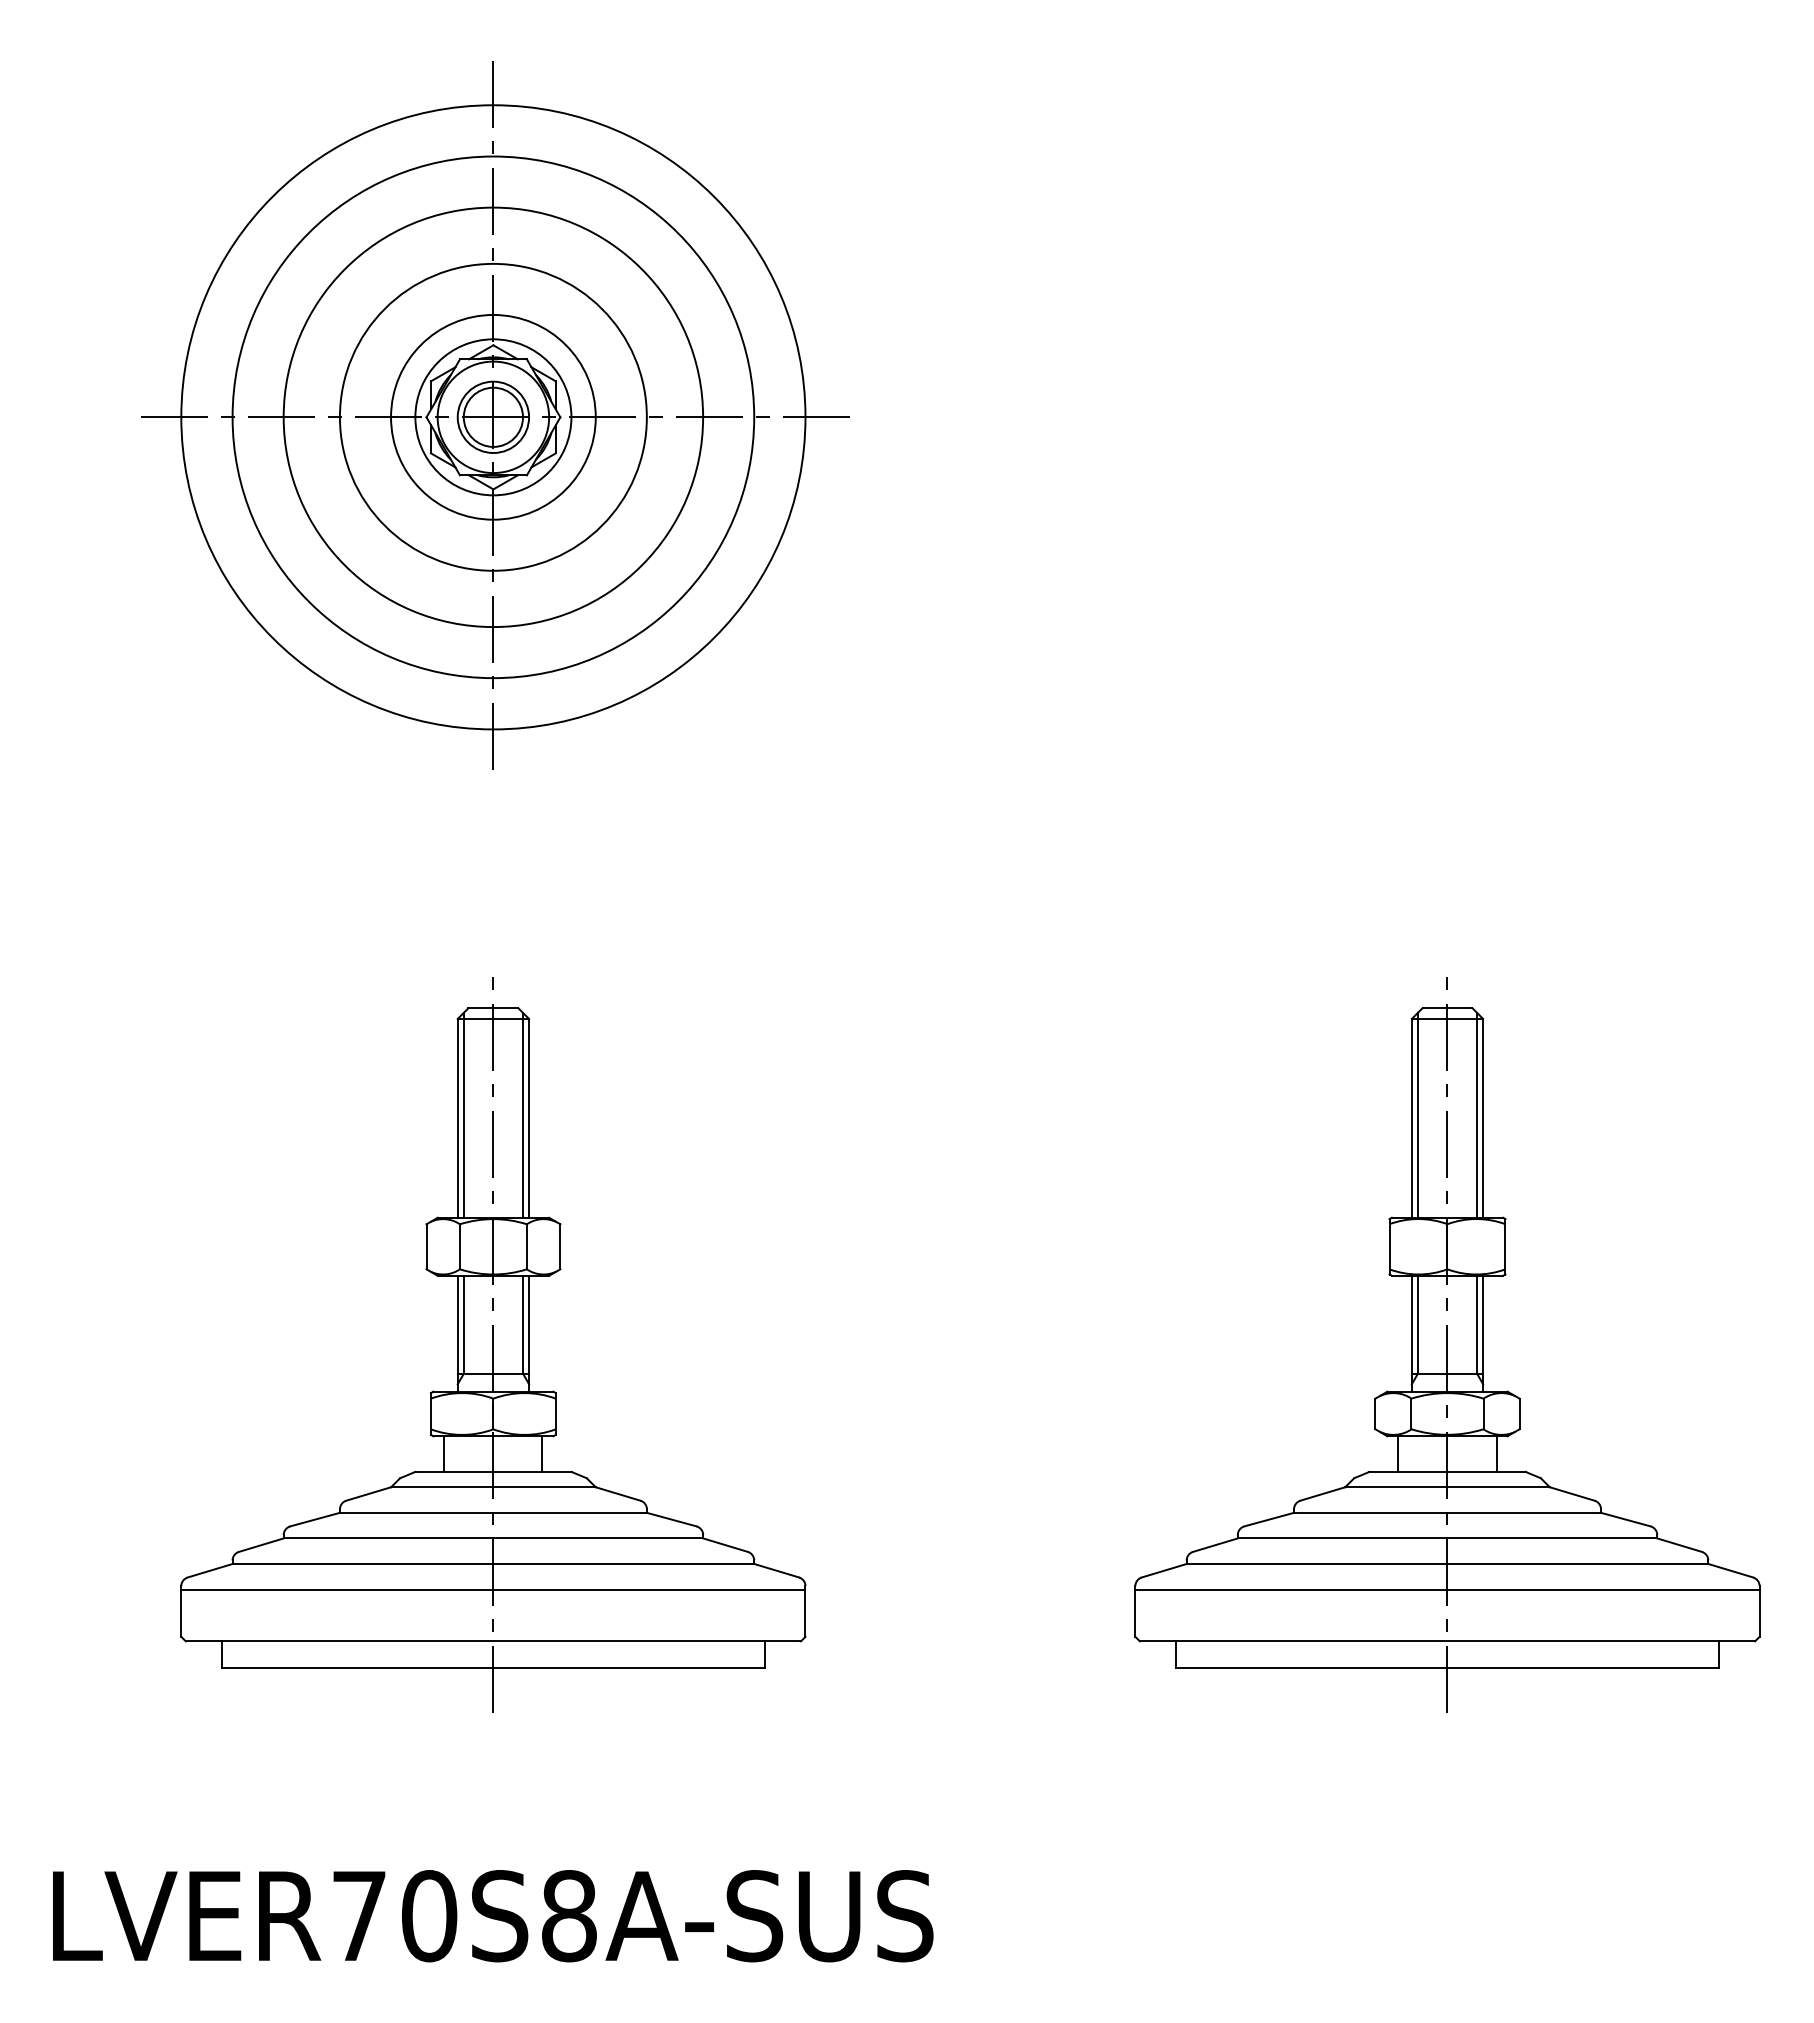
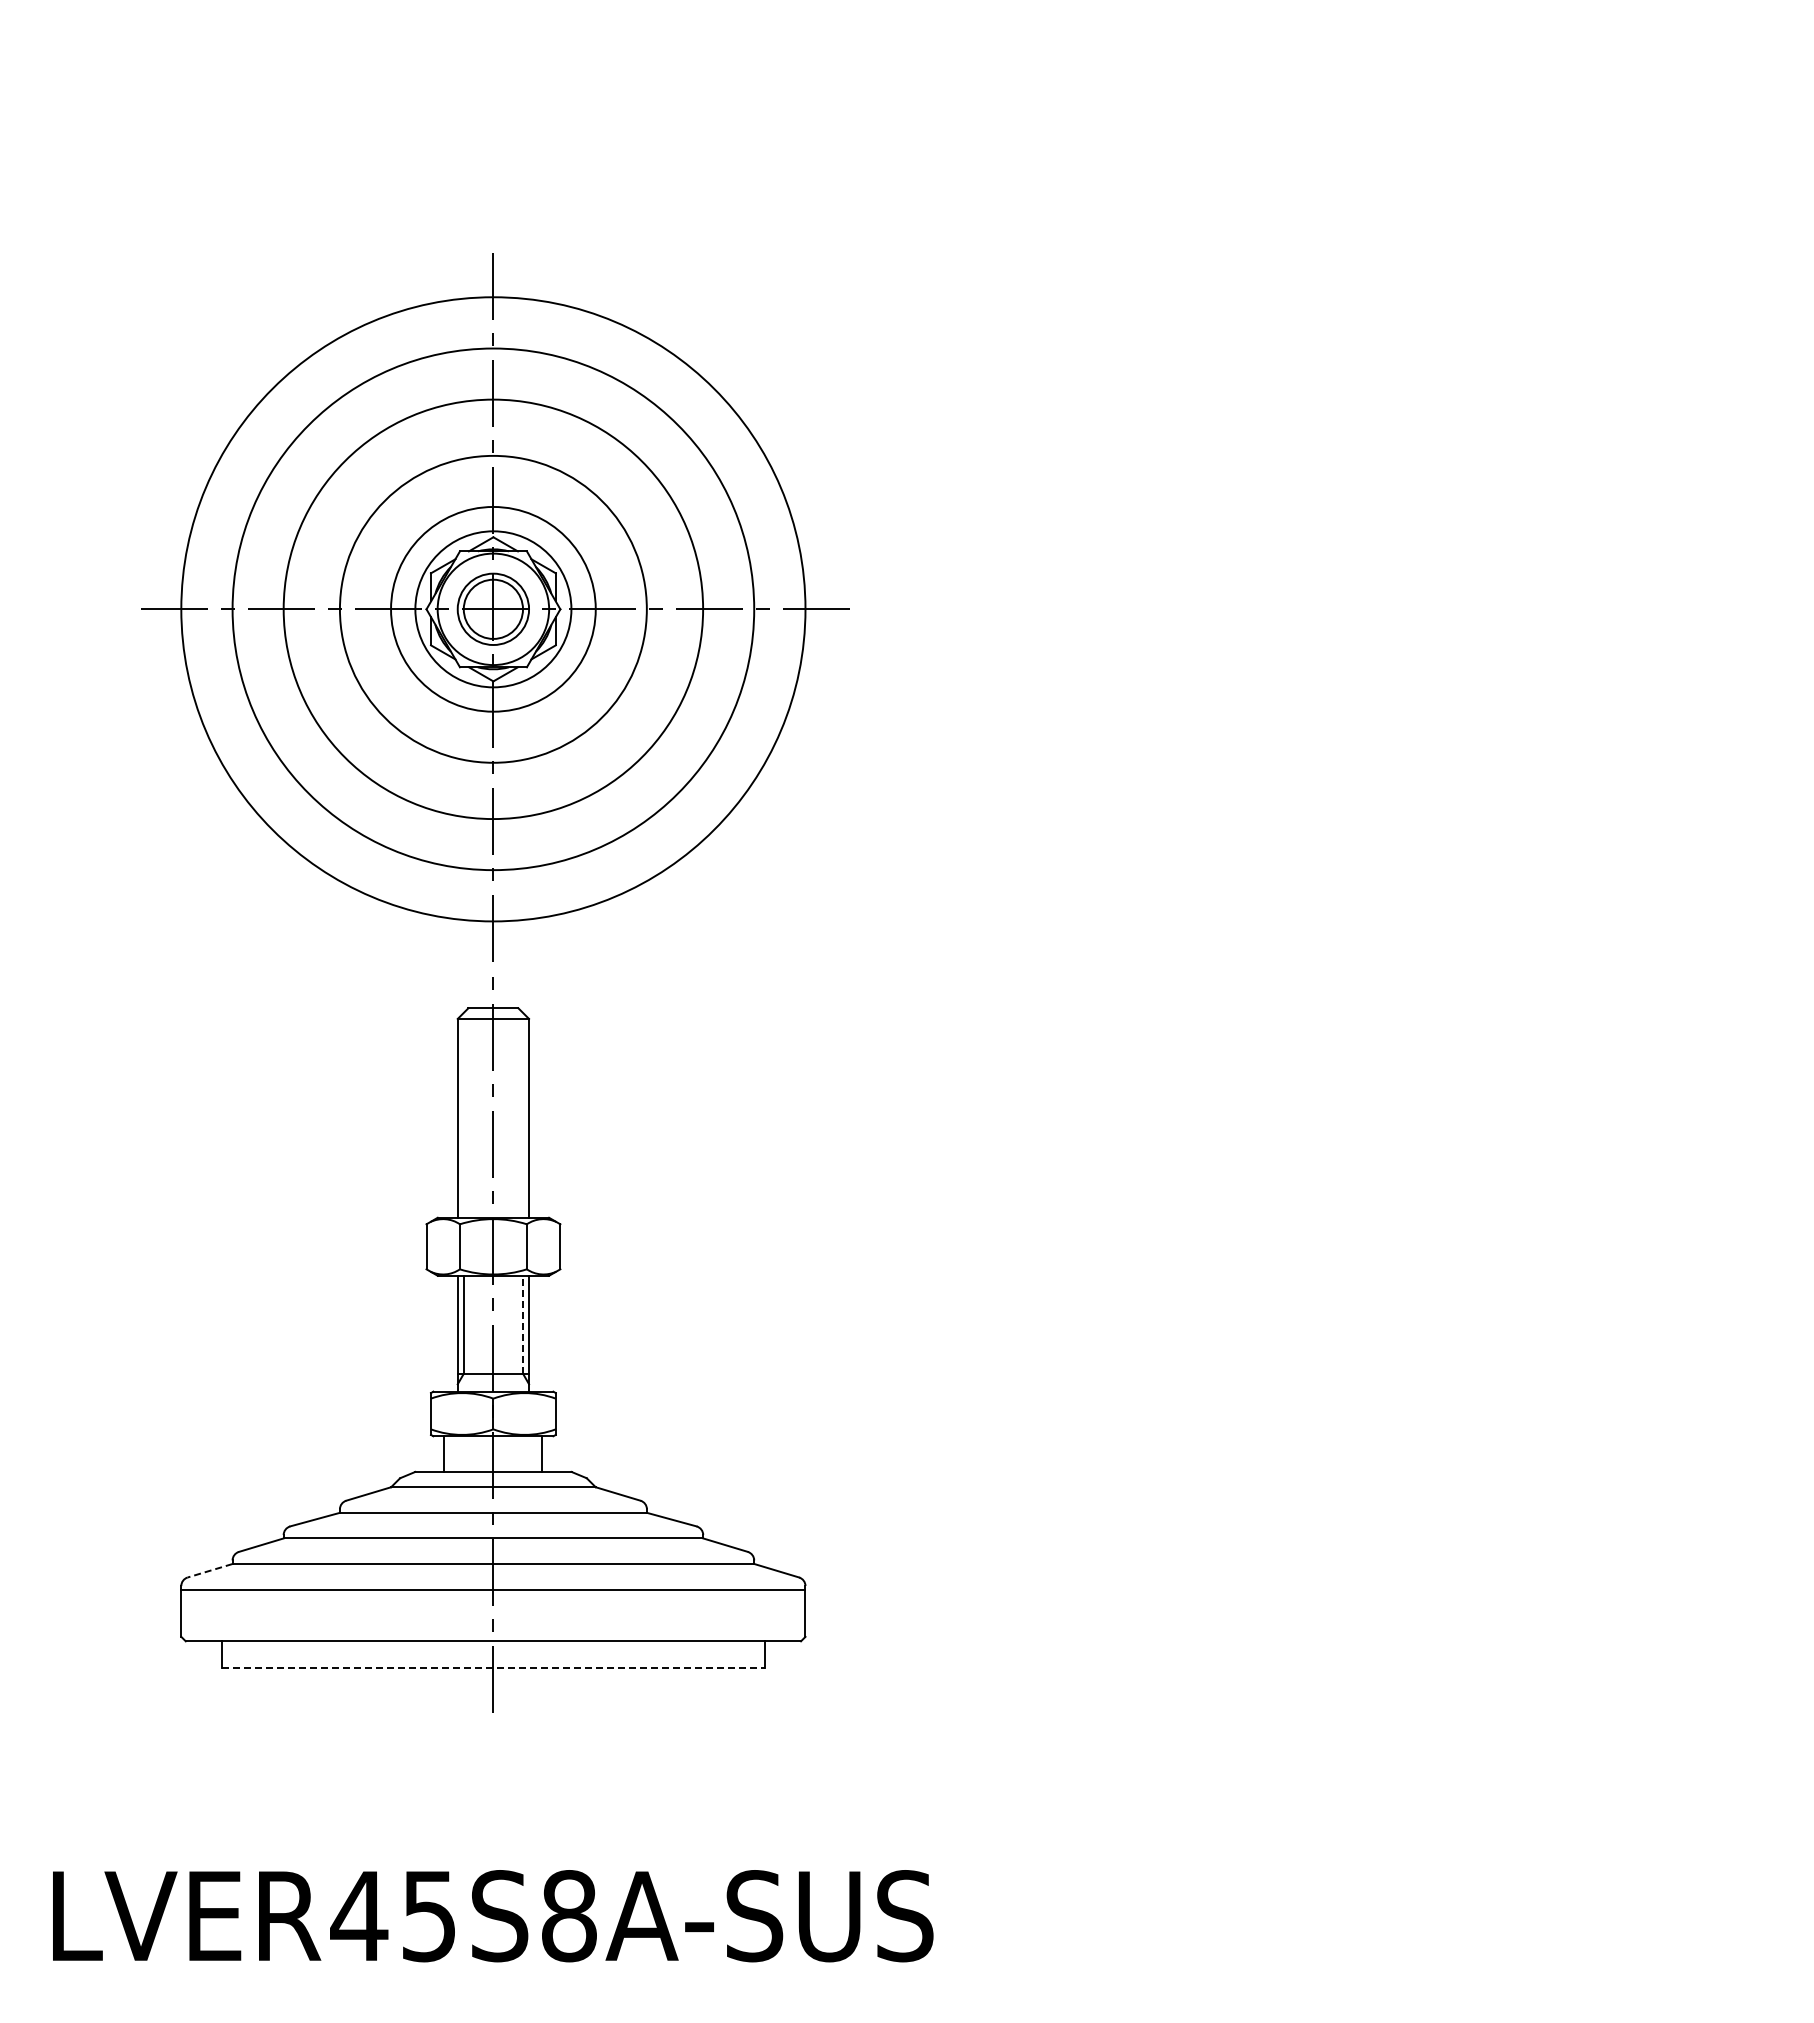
part at (495, 415) position: (495, 415) -> (495, 607)
line at (463, 1114): present -> none
line at (523, 1114): present -> none
line at (523, 1324): solid -> dashed
part at (1447, 1344): present -> none
line at (209, 1570): solid -> dashed
line at (493, 1668): solid -> dashed
text at (393, 1916): LVER70S8A-SUS -> LVER45S8A-SUS
